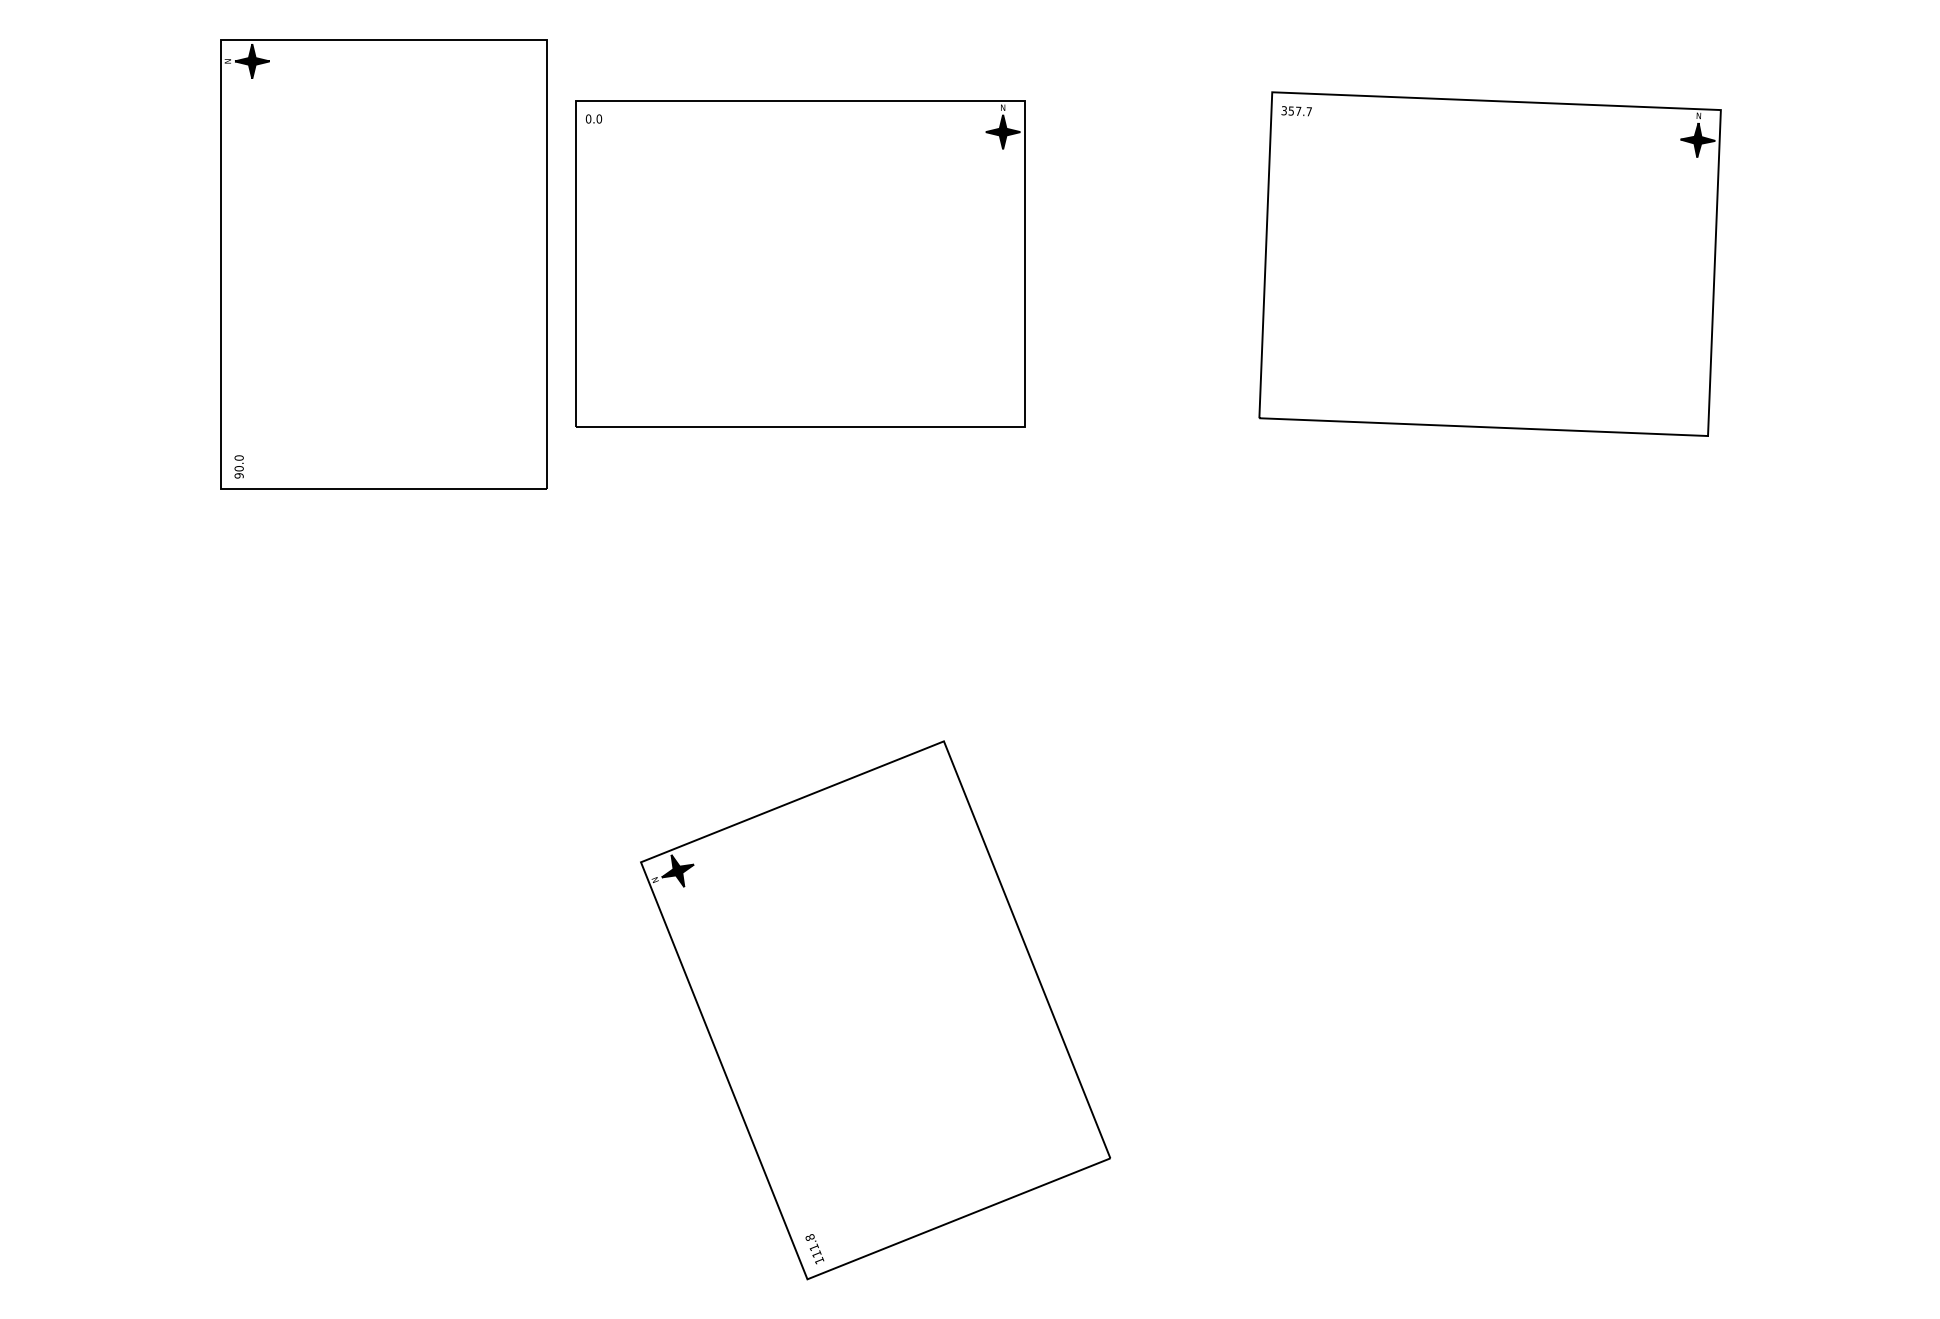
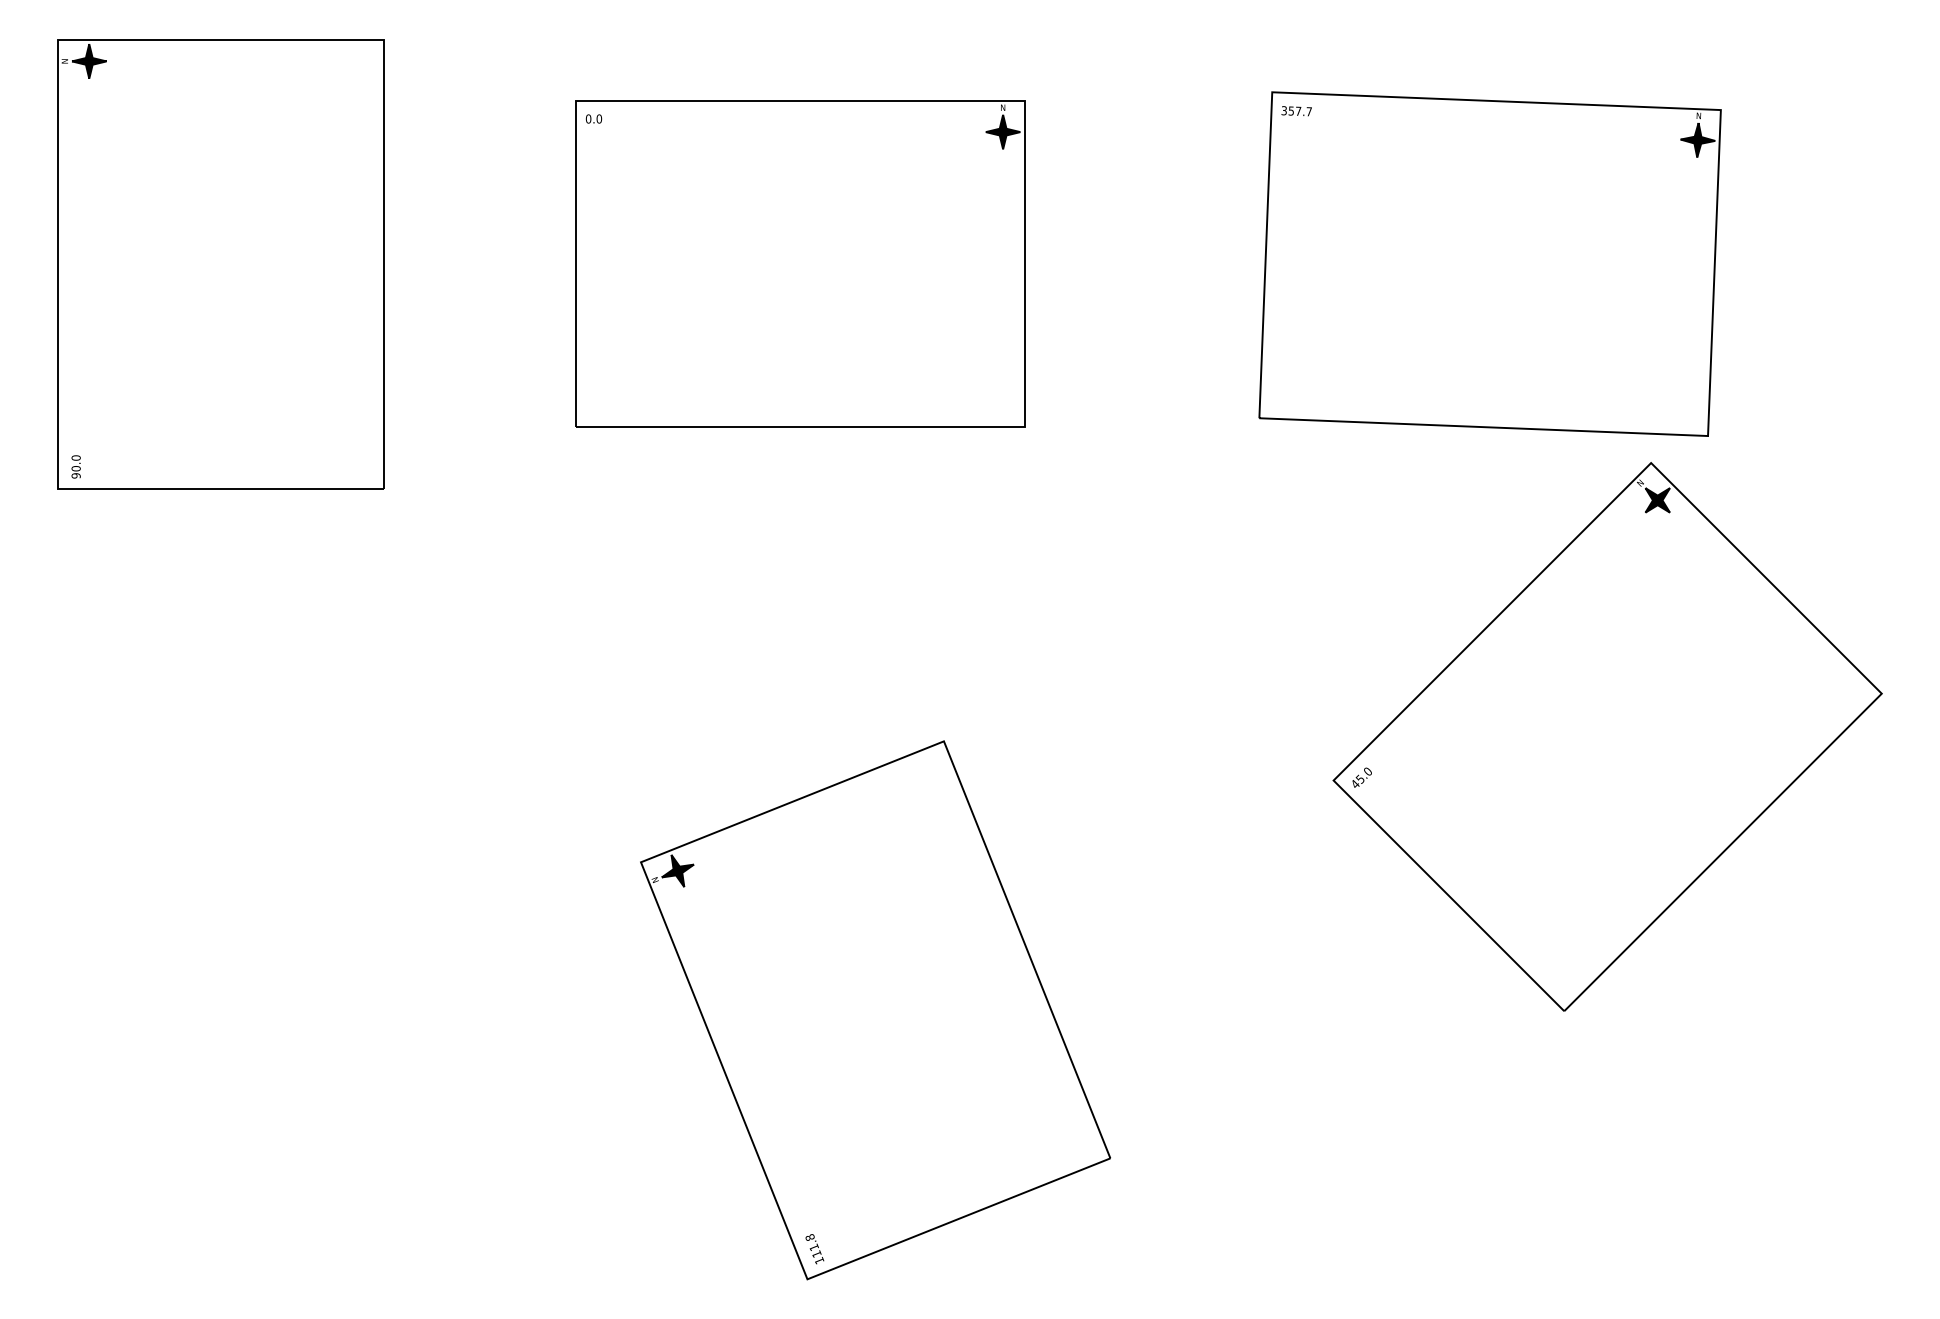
part at (383, 264) position: (383, 264) -> (220, 264)
part at (1607, 736): none -> present
